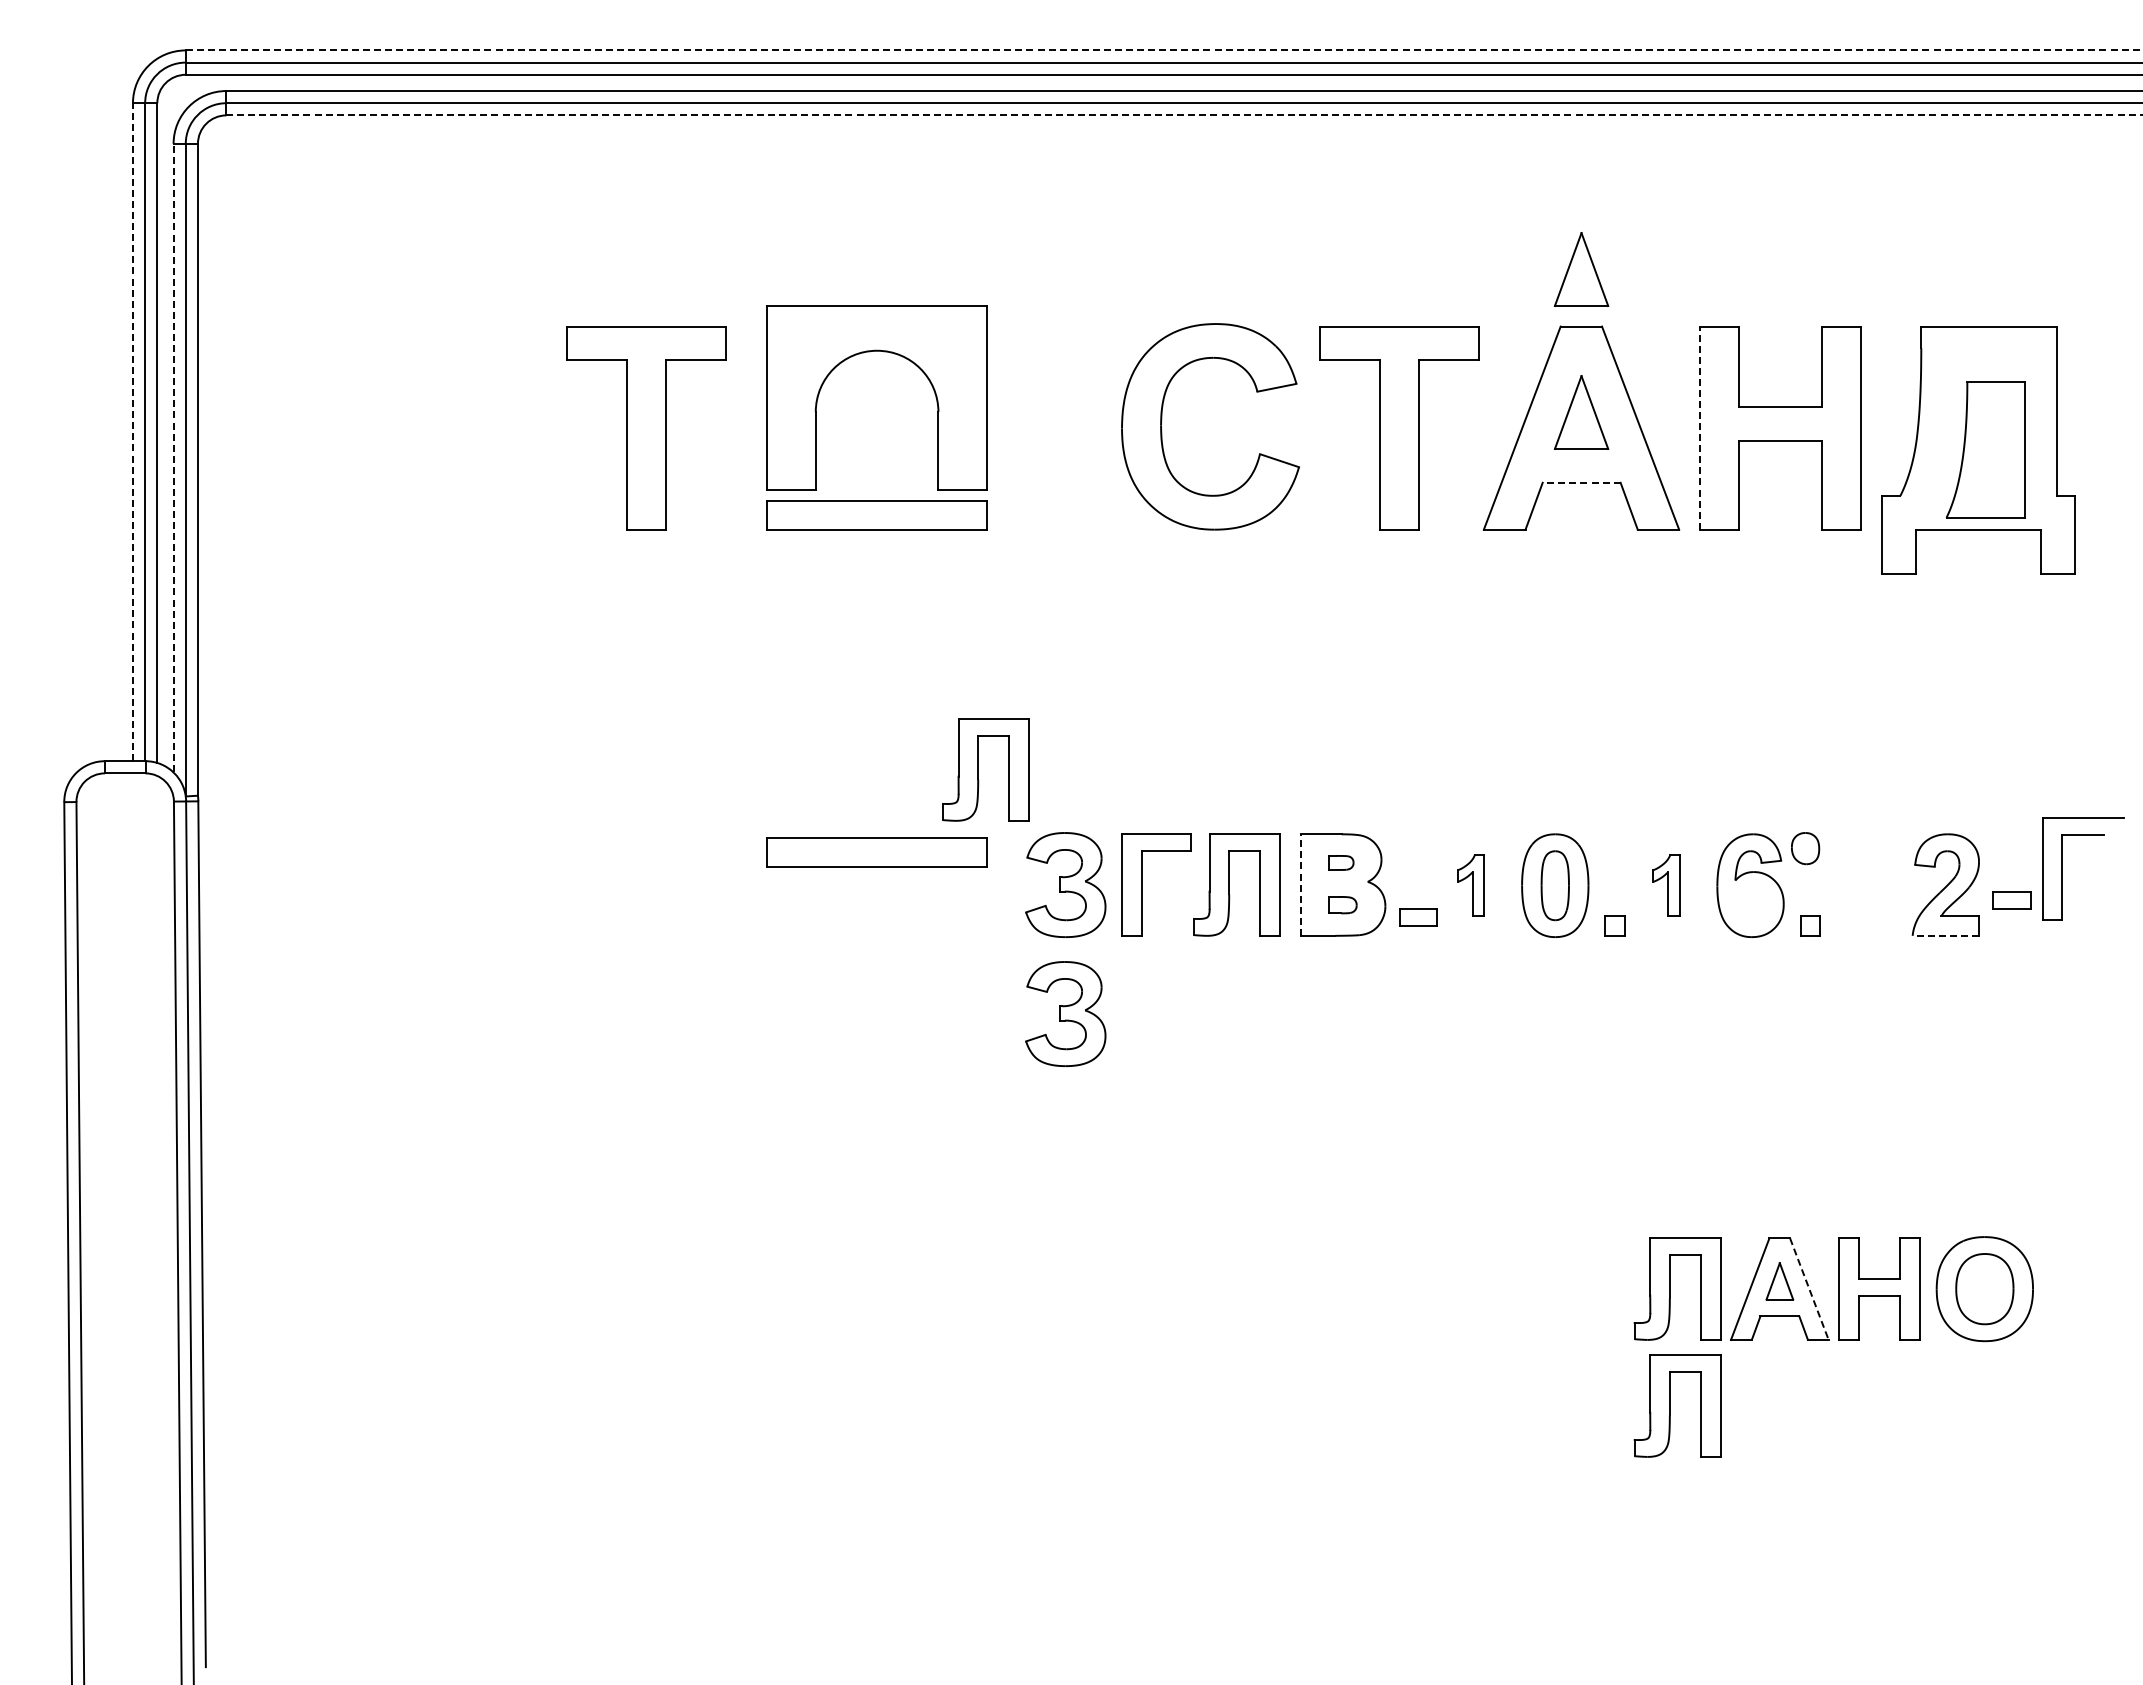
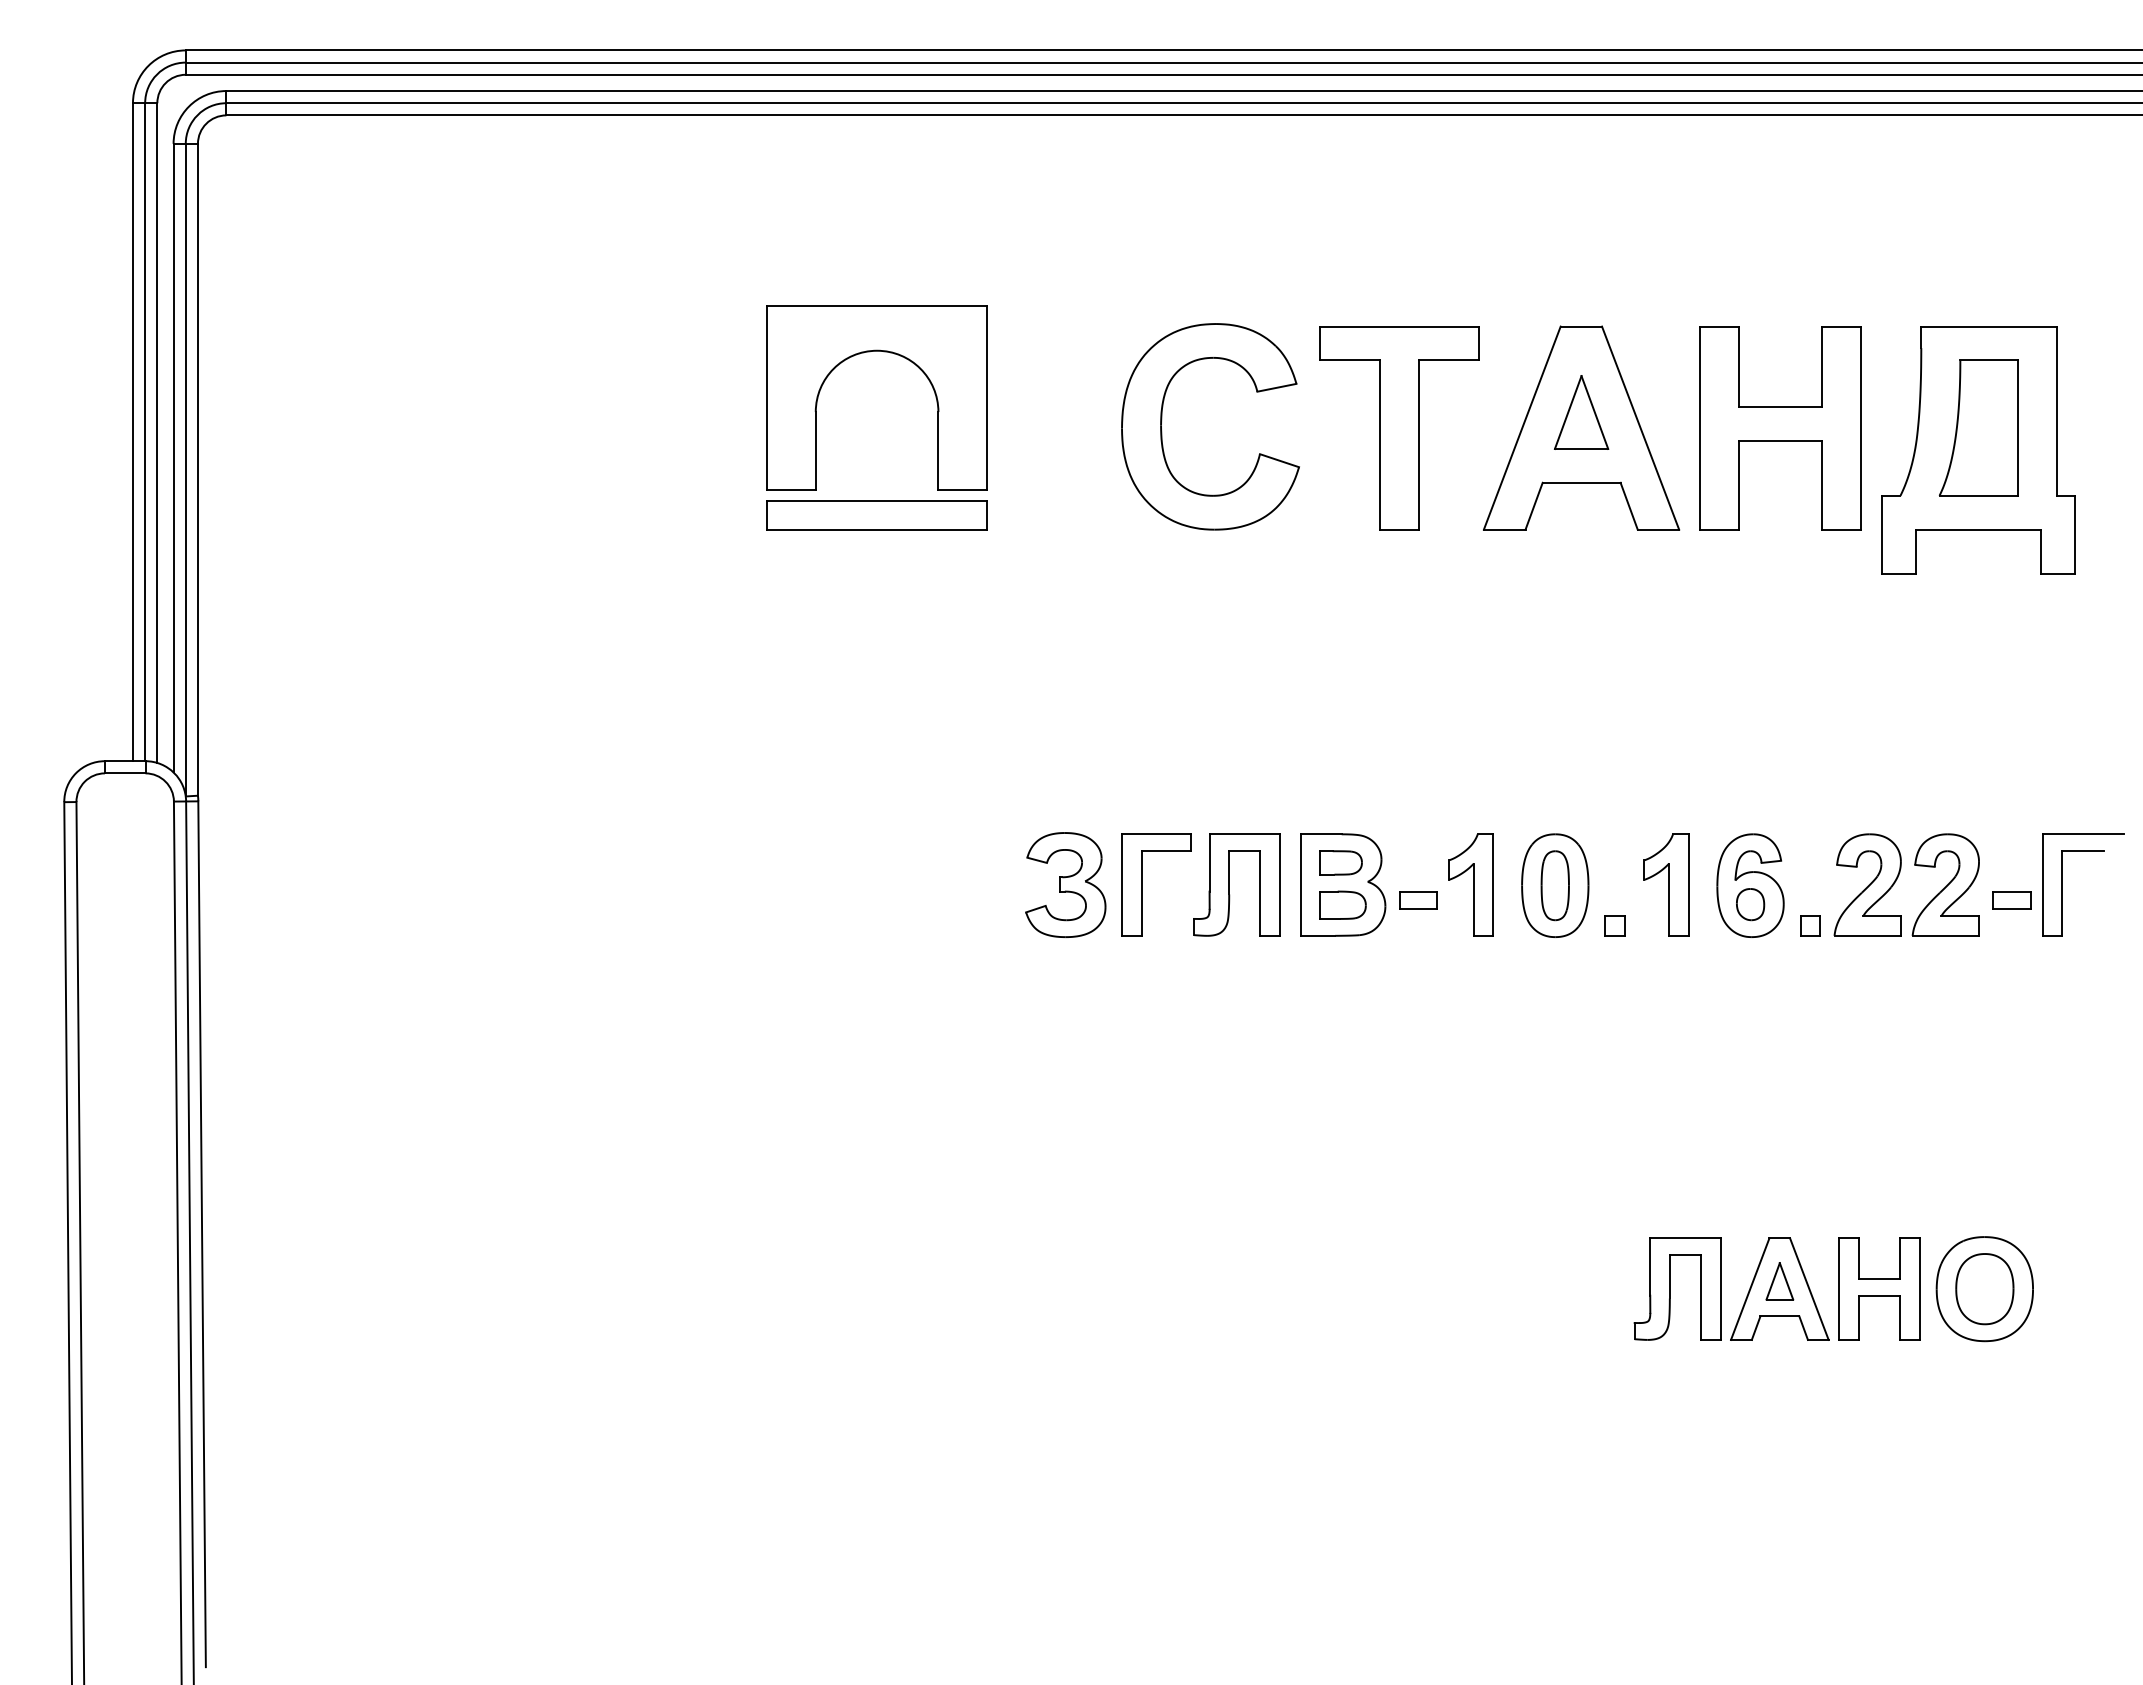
line at (1164, 50): dashed -> solid
line at (1184, 115): dashed -> solid
part at (1581, 269): present -> none
part at (646, 428): present -> none
line at (1699, 428): dashed -> solid
line at (132, 432): dashed -> solid
part at (1985, 449) position: (1985, 449) -> (1978, 427)
line at (173, 457): dashed -> solid
line at (1581, 482): dashed -> solid
part at (978, 769): present -> none
part at (1805, 848) position: (1805, 848) -> (1750, 904)
part at (876, 852): present -> none
part at (1341, 862) size: 27x16 px -> 44x26 px
part at (2062, 868) position: (2062, 868) -> (2062, 884)
part at (1867, 884): none -> present
line at (1300, 885): dashed -> solid
part at (1470, 885) size: 28x63 px -> 46x104 px
part at (1666, 885) size: 29x63 px -> 47x104 px
part at (1342, 905) size: 30x19 px -> 48x30 px
part at (1418, 917) position: (1418, 917) -> (1418, 900)
line at (1945, 935): dashed -> solid
part at (1065, 1013): present -> none
line at (1809, 1289): dashed -> solid
part at (1670, 1405): present -> none
